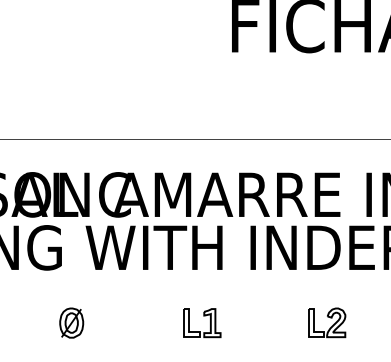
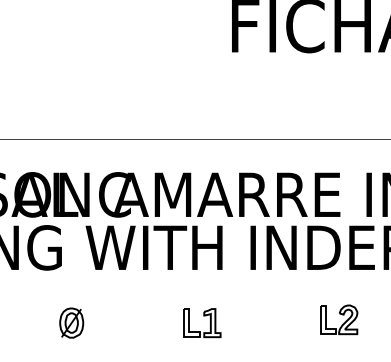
part at (327, 322) position: (327, 322) -> (339, 319)
